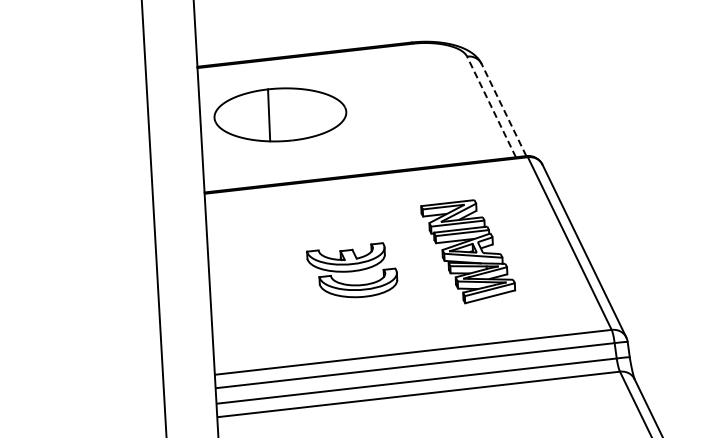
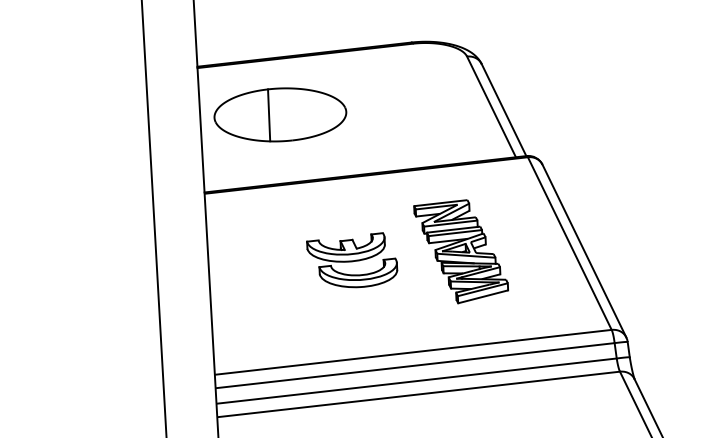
line at (491, 106): dashed -> solid
line at (503, 109): dashed -> solid
part at (467, 251) position: (467, 251) -> (460, 251)
part at (352, 270) position: (352, 270) -> (352, 260)
